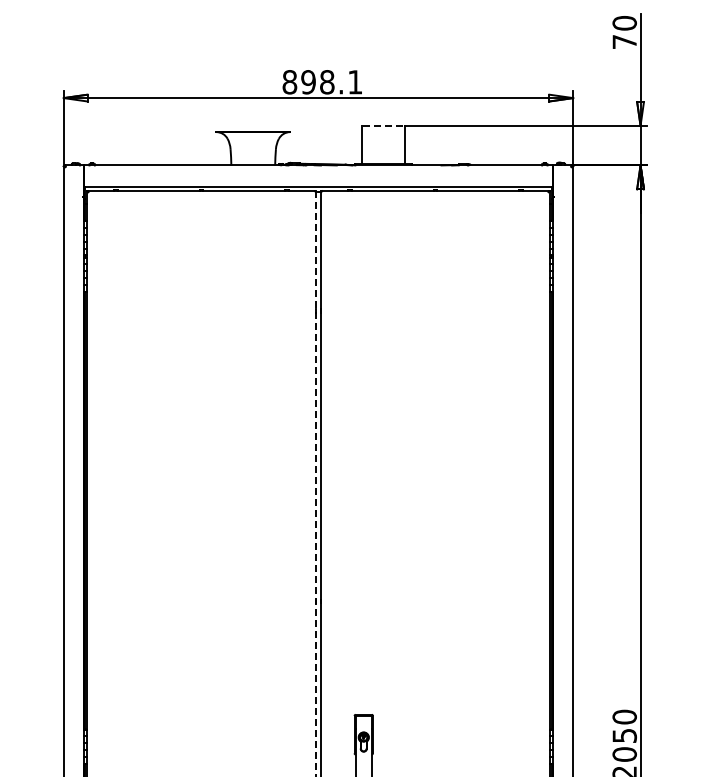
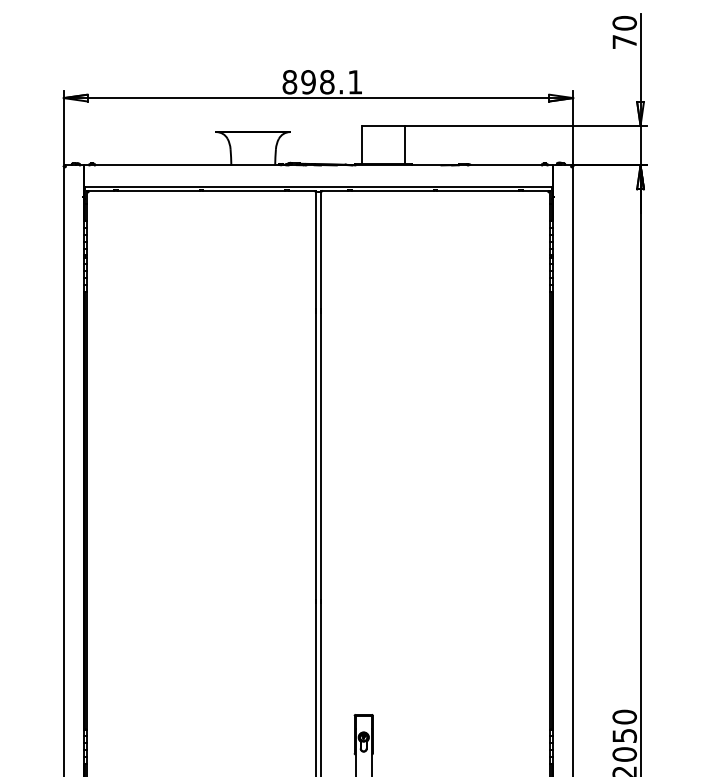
line at (383, 125): dashed -> solid
line at (316, 484): dashed -> solid
